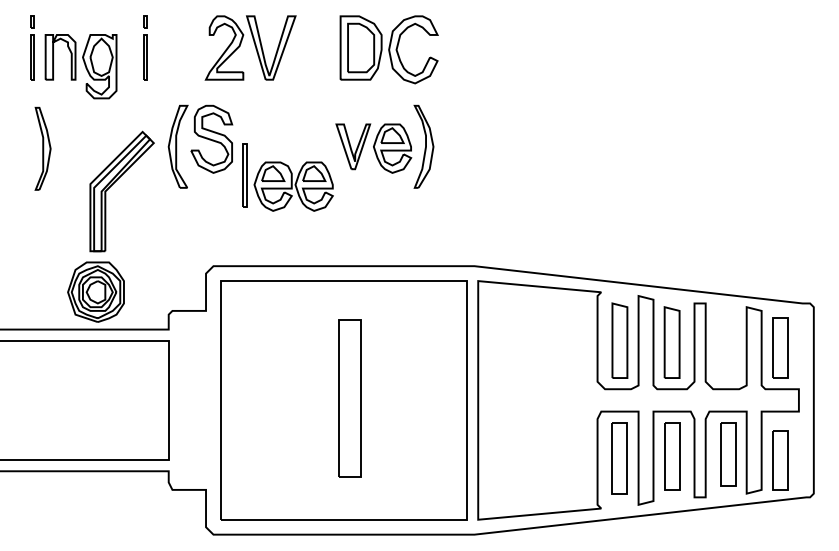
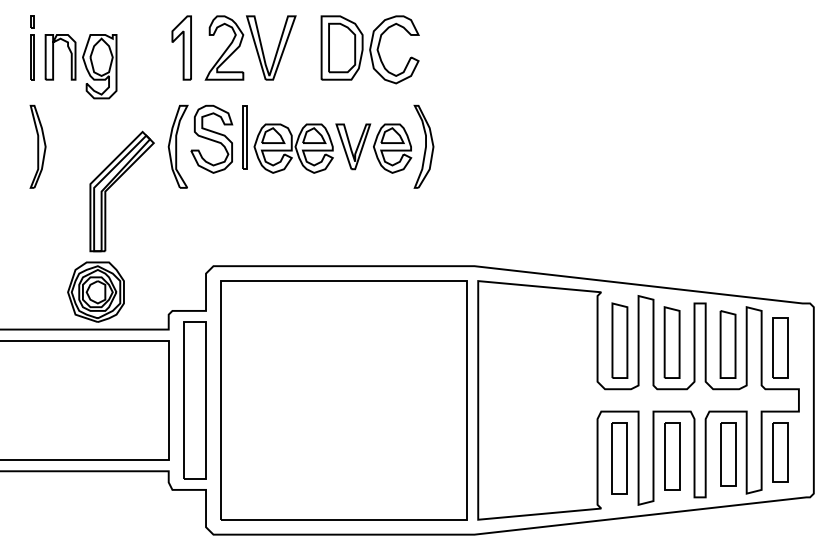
line at (144, 47): present -> none
part at (181, 47): none -> present
part at (388, 49) position: (388, 49) -> (369, 49)
part at (42, 148) position: (42, 148) -> (37, 146)
part at (287, 177) position: (287, 177) -> (287, 139)
part at (727, 344): none -> present
part at (349, 398) position: (349, 398) -> (194, 400)
part at (780, 460) position: (780, 460) -> (780, 452)
